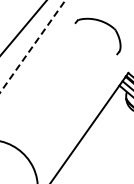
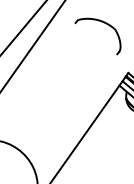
line at (32, 47): dashed -> solid
